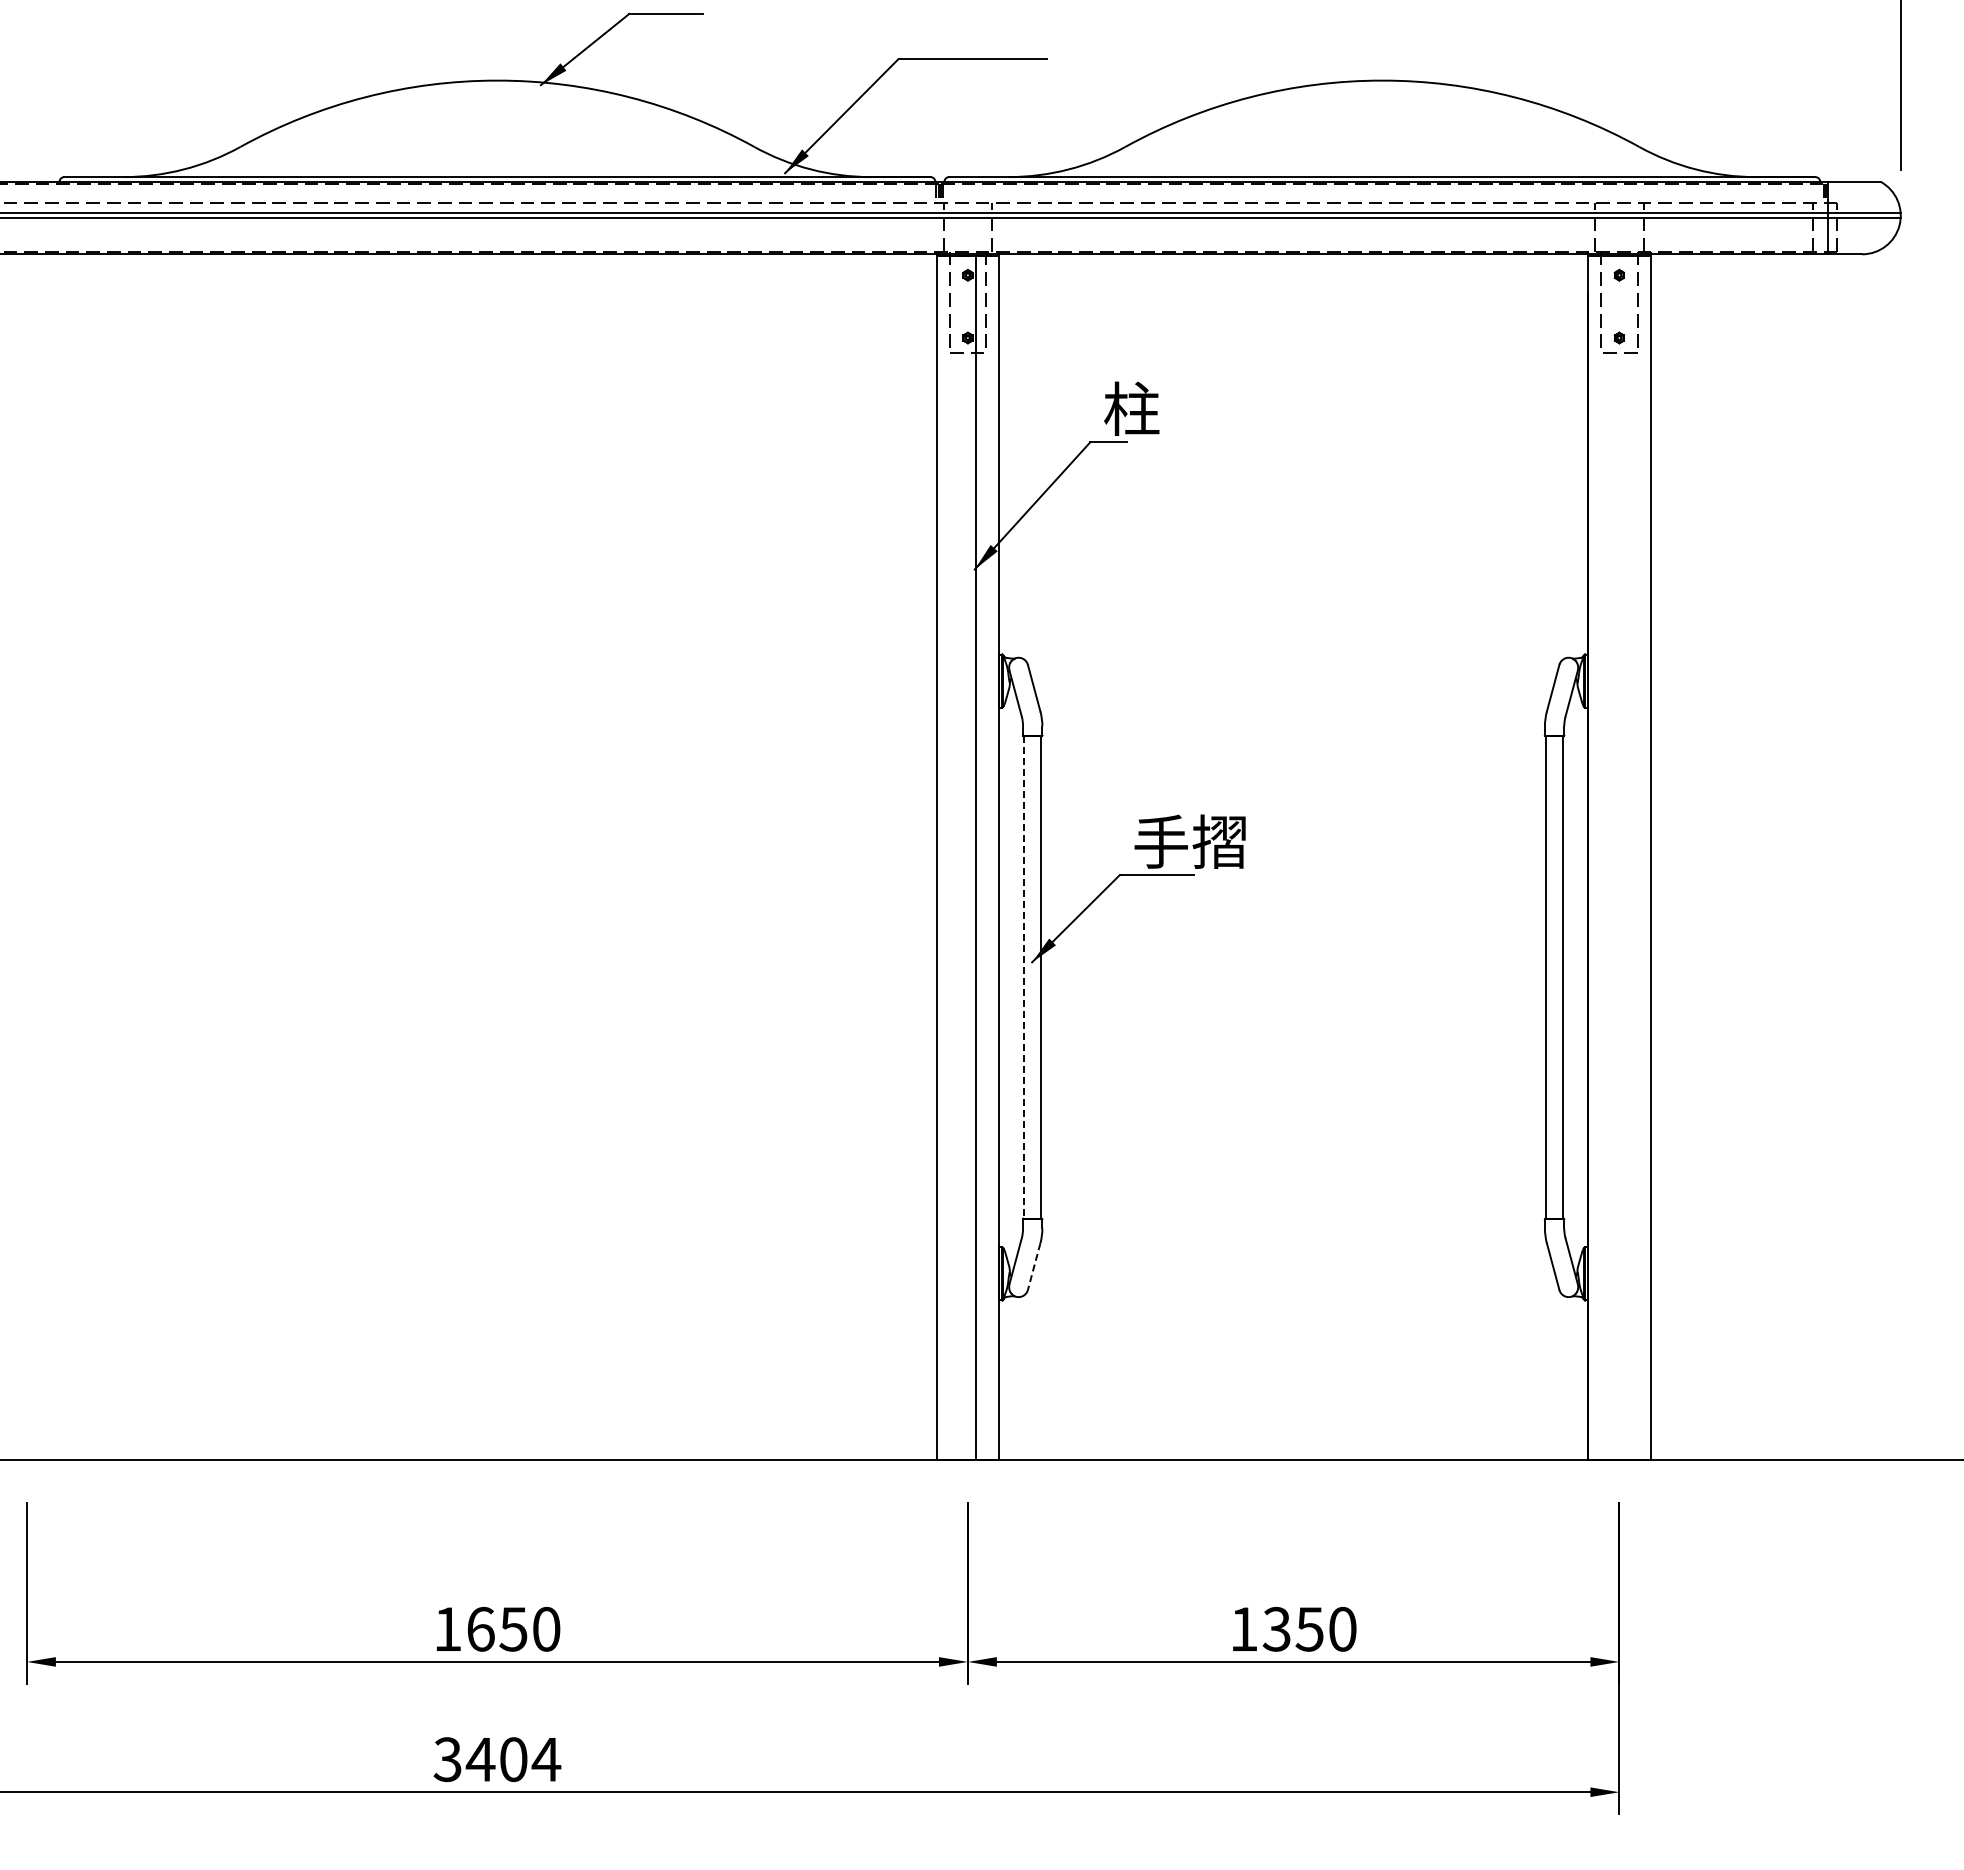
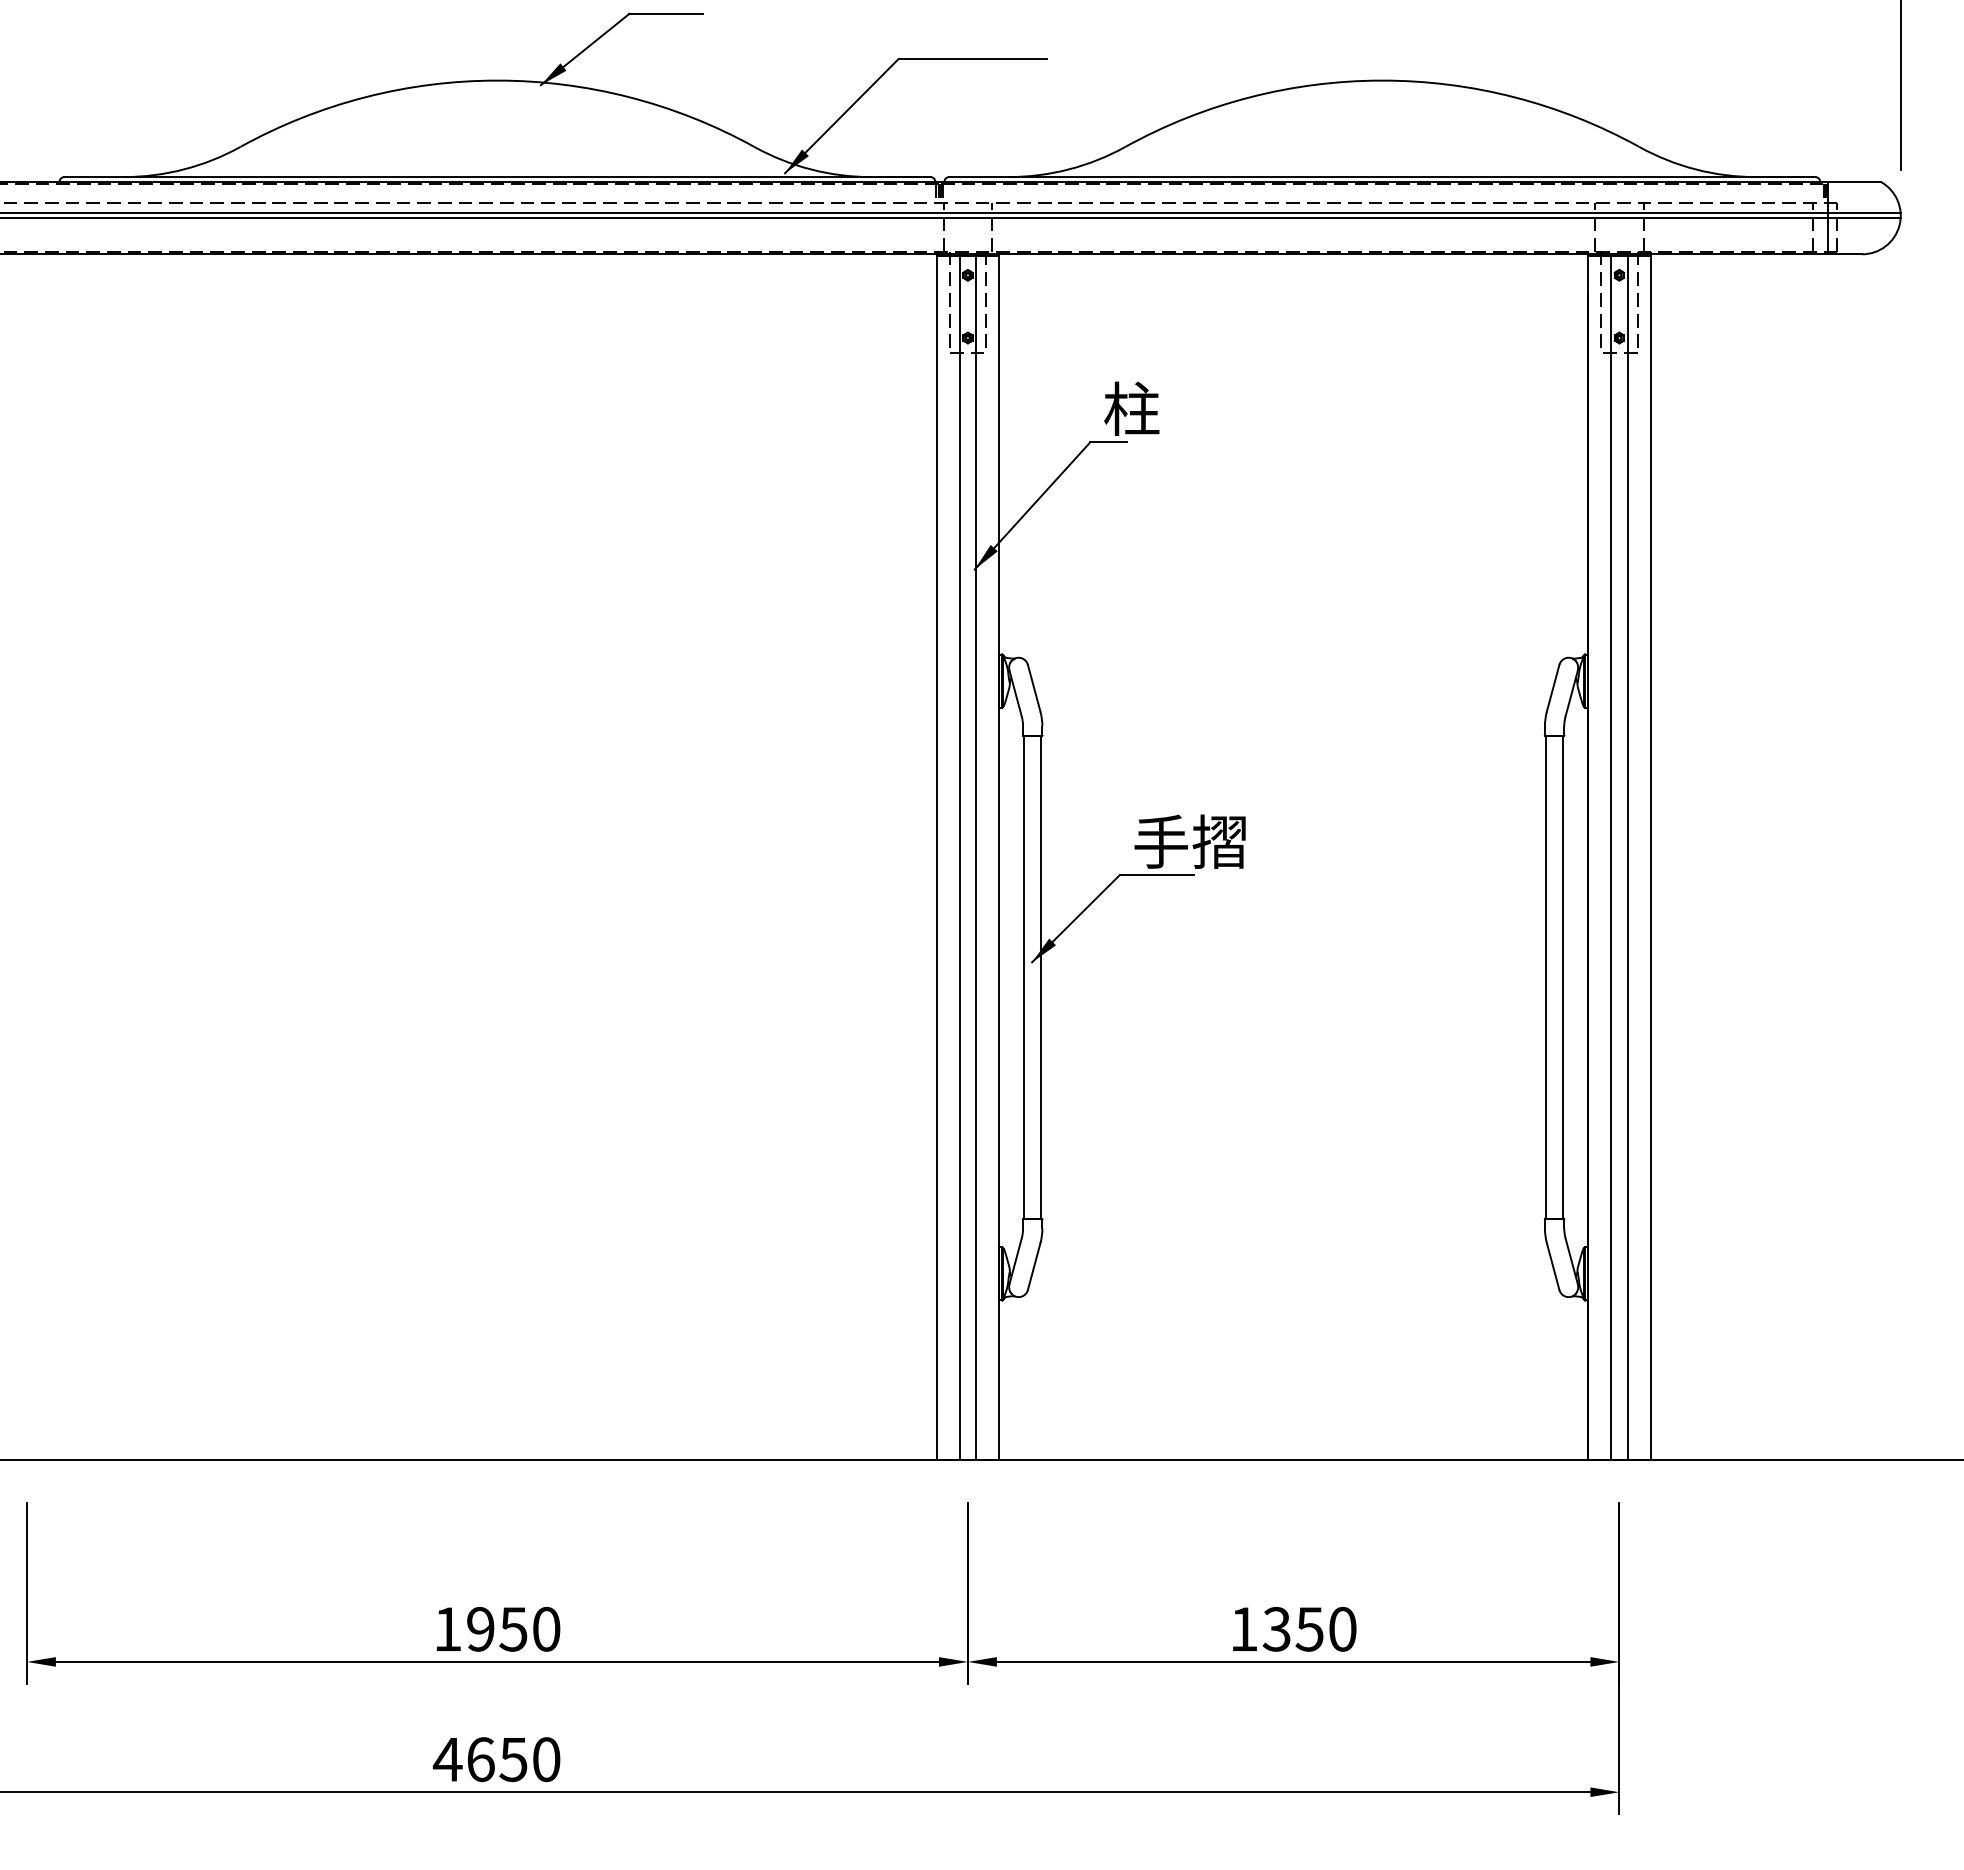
line at (959, 858): none -> present
line at (1611, 858): none -> present
line at (1627, 858): none -> present
line at (1024, 977): dashed -> solid
line at (1034, 1267): dashed -> solid
text at (480, 1628): 1650 -> 1950
text at (496, 1759): 3404 -> 4650
